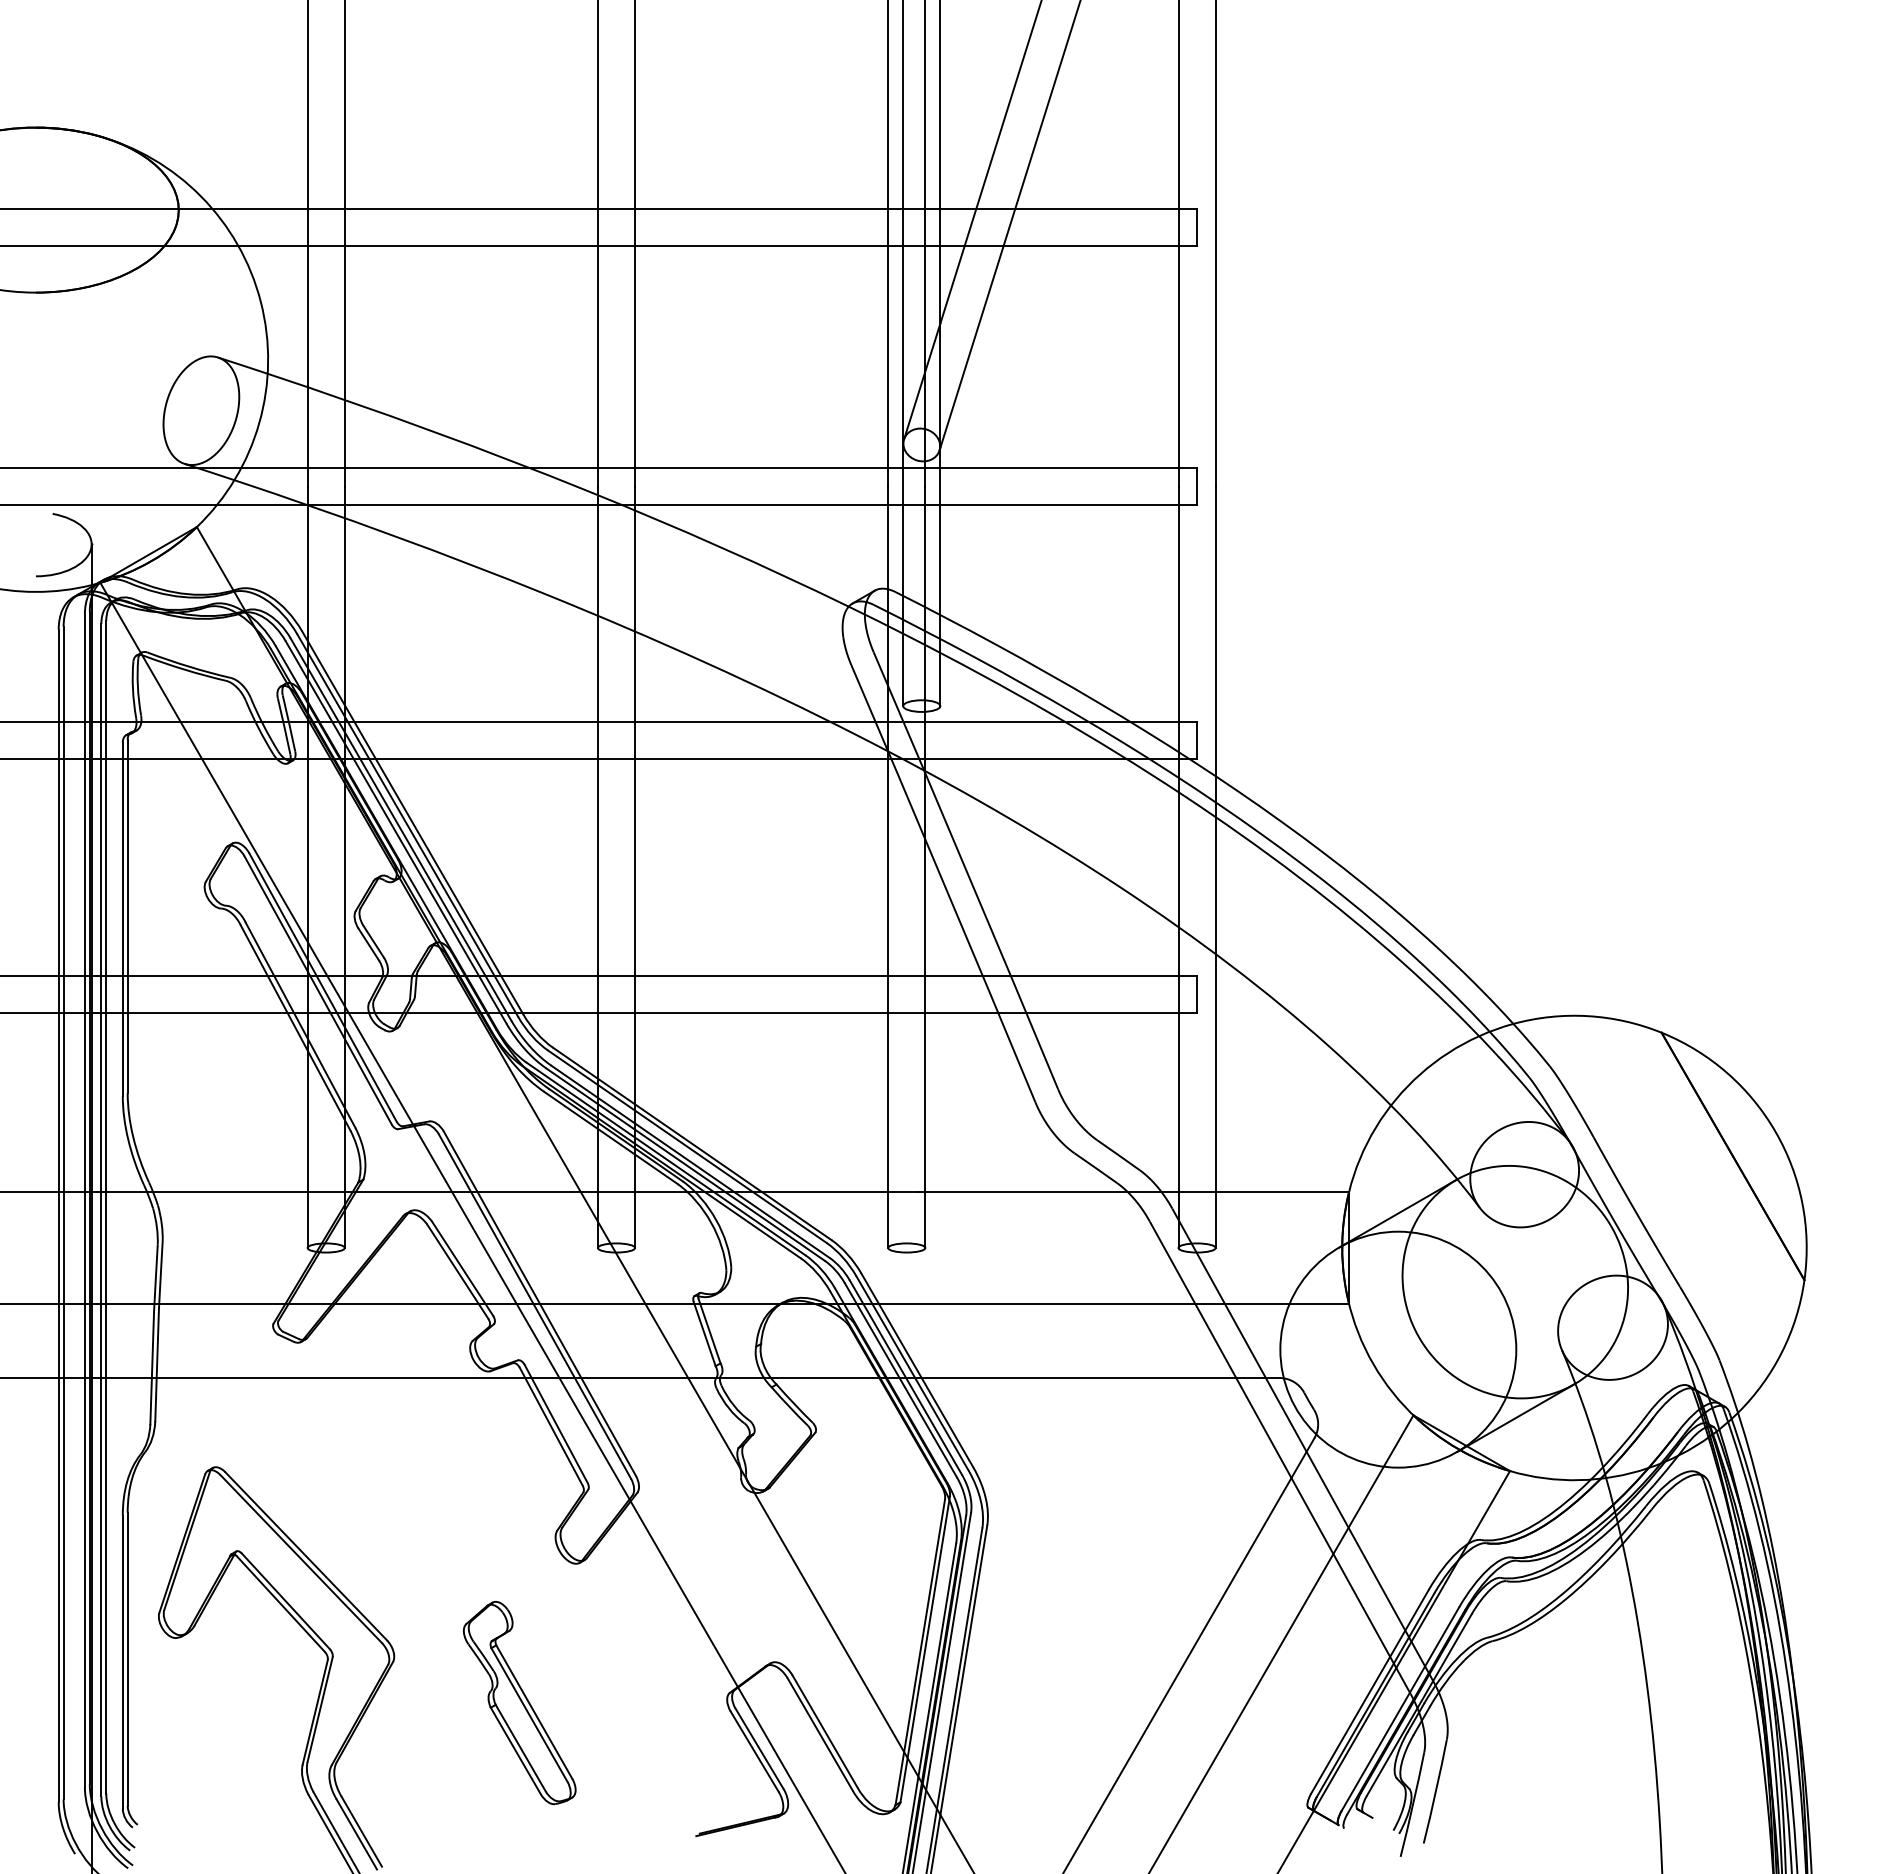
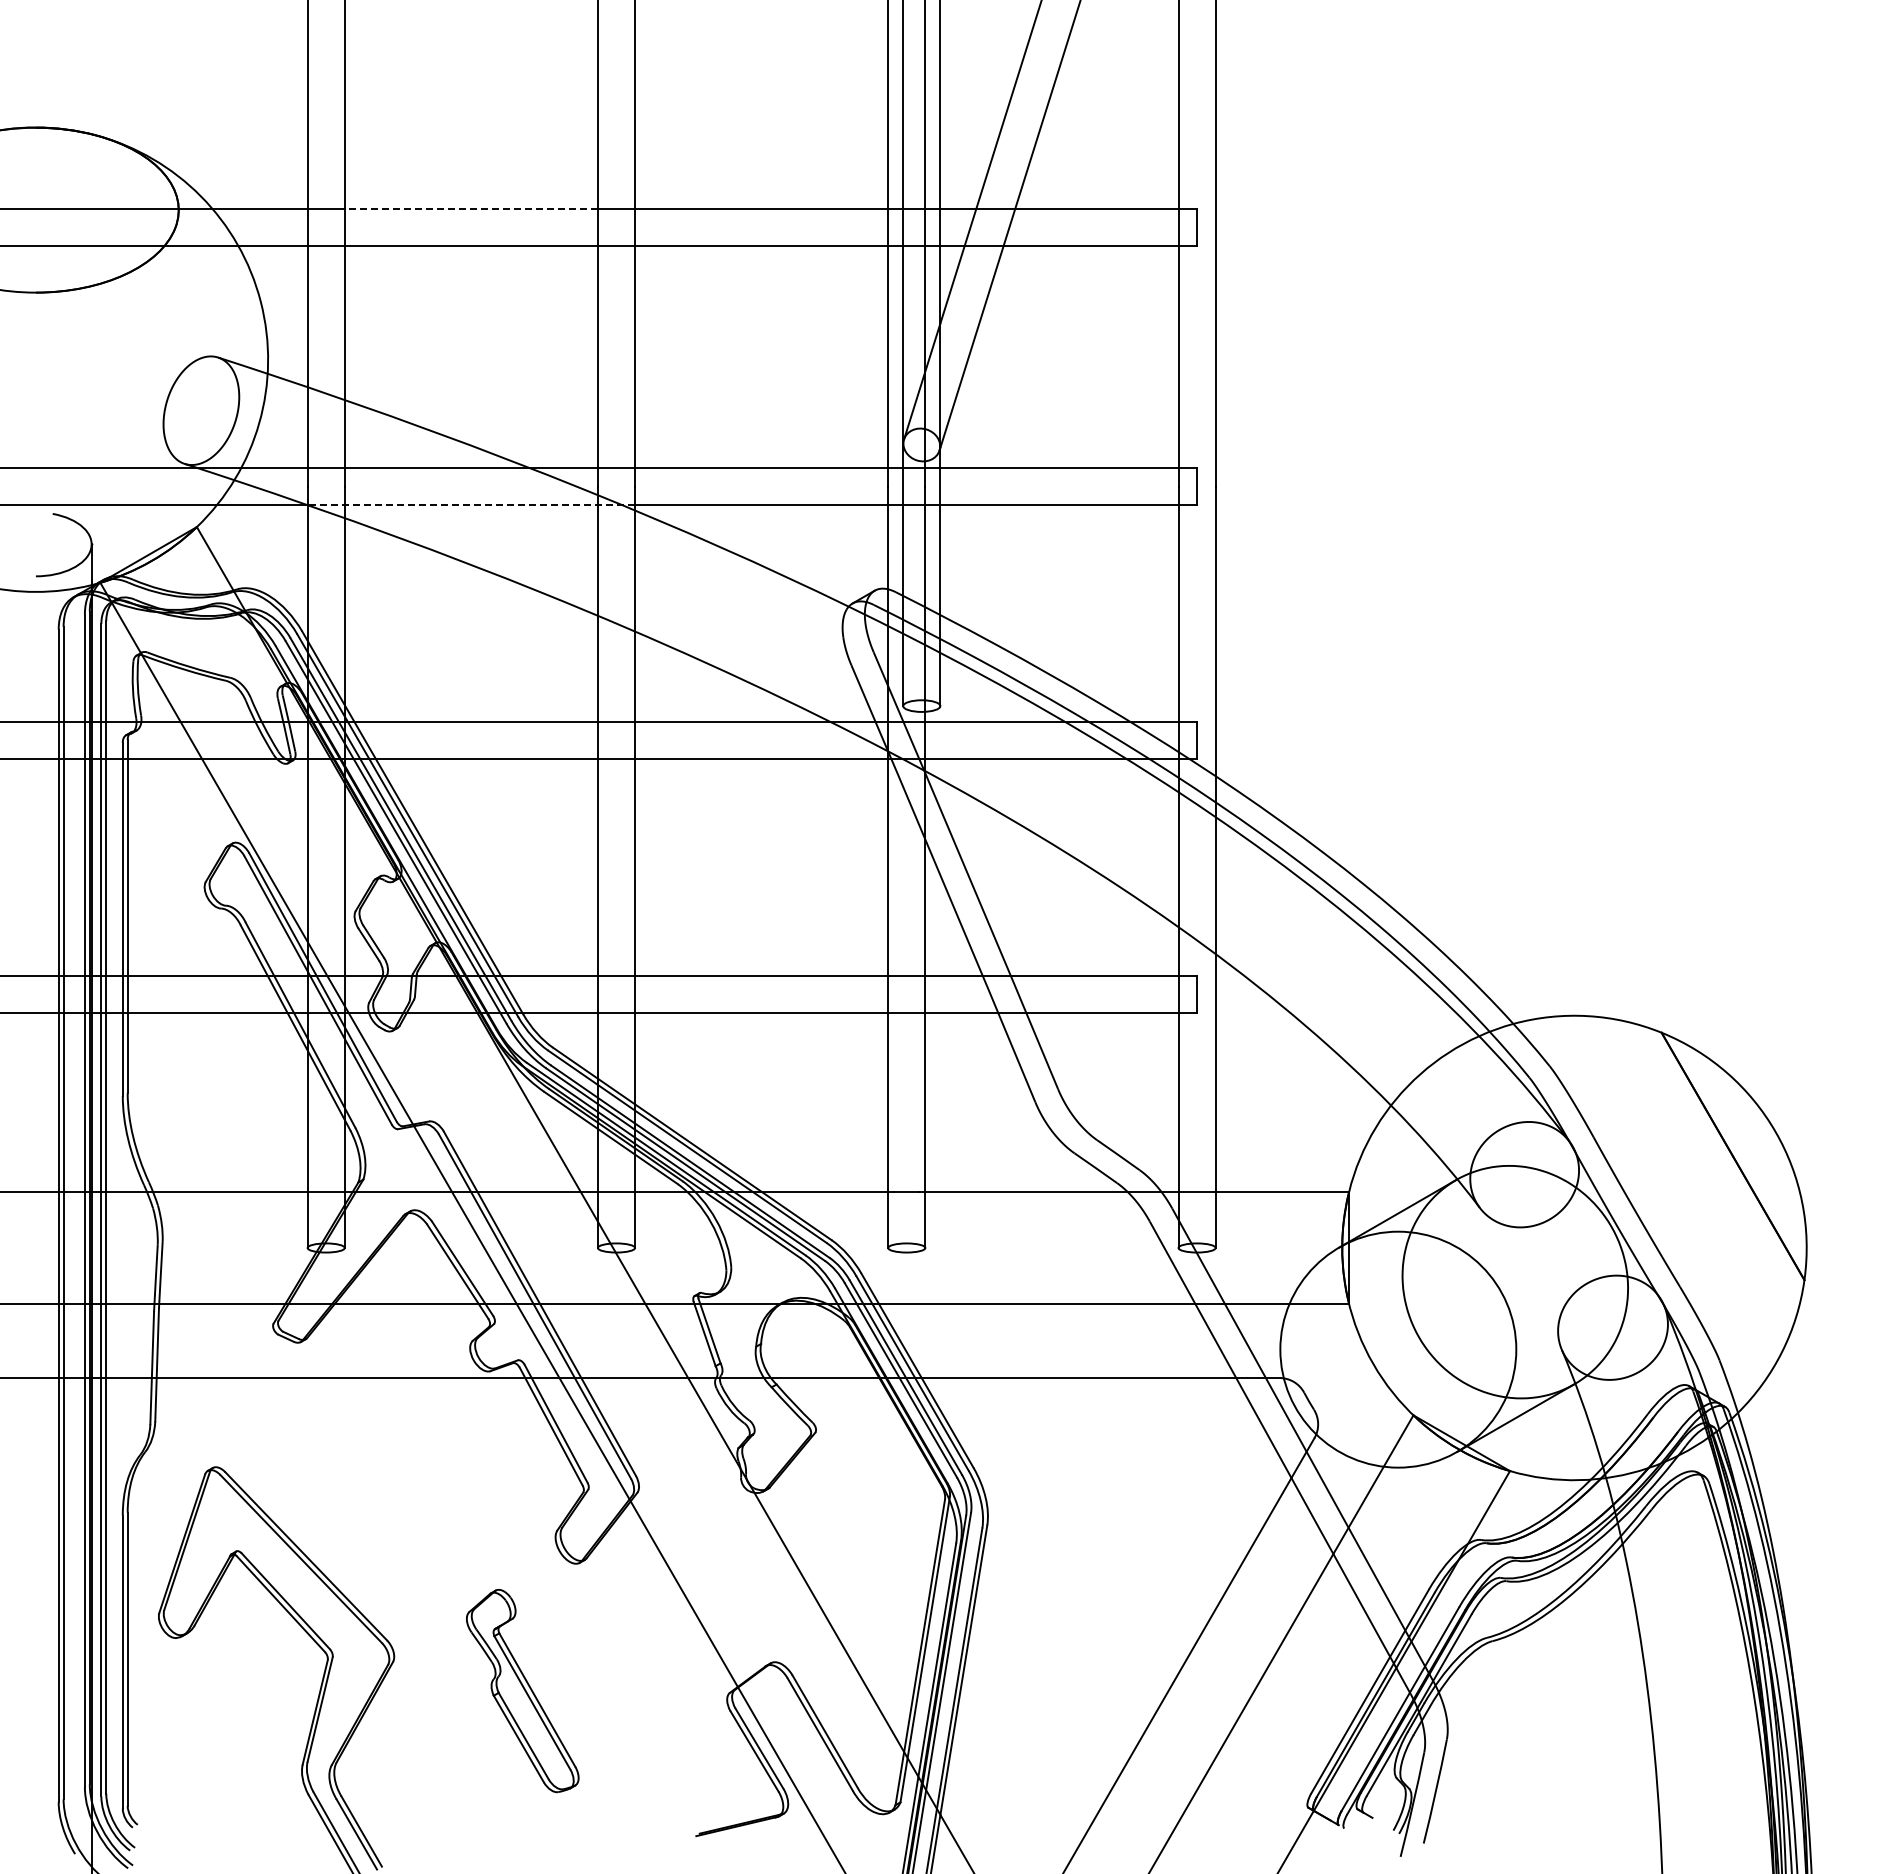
line at (471, 209): solid -> dashed
line at (471, 505): solid -> dashed
part at (519, 1703) position: (519, 1703) -> (522, 1691)
